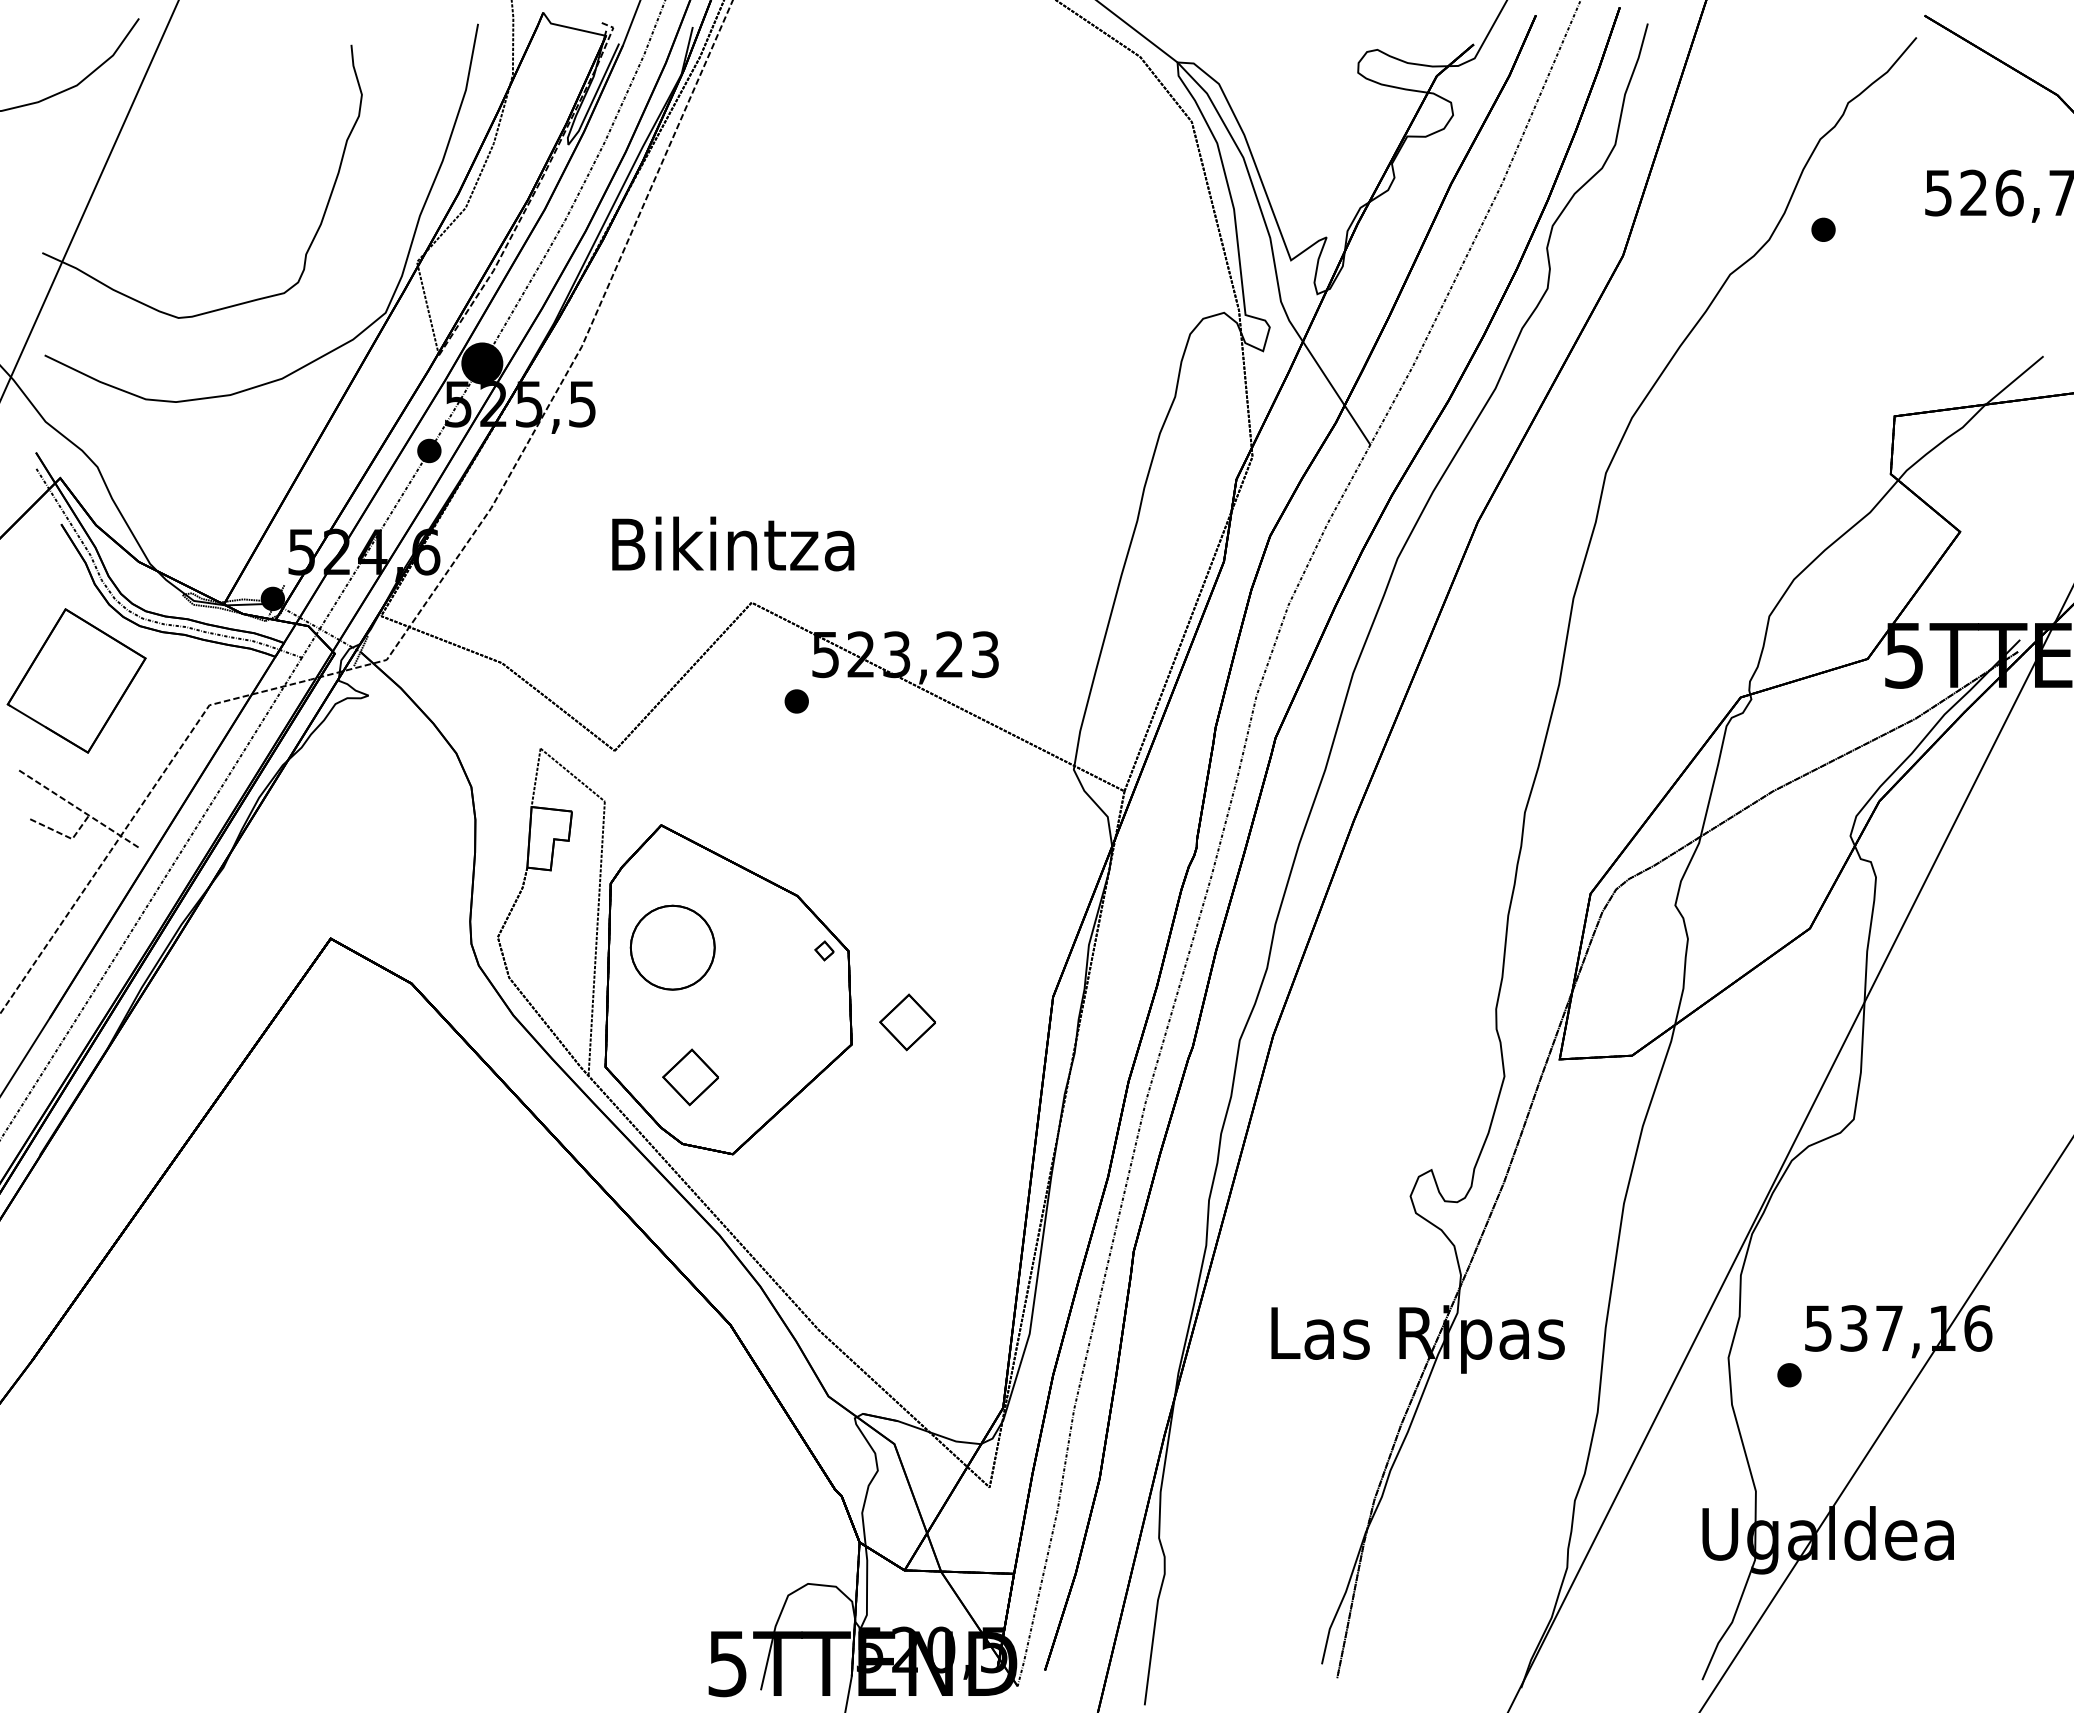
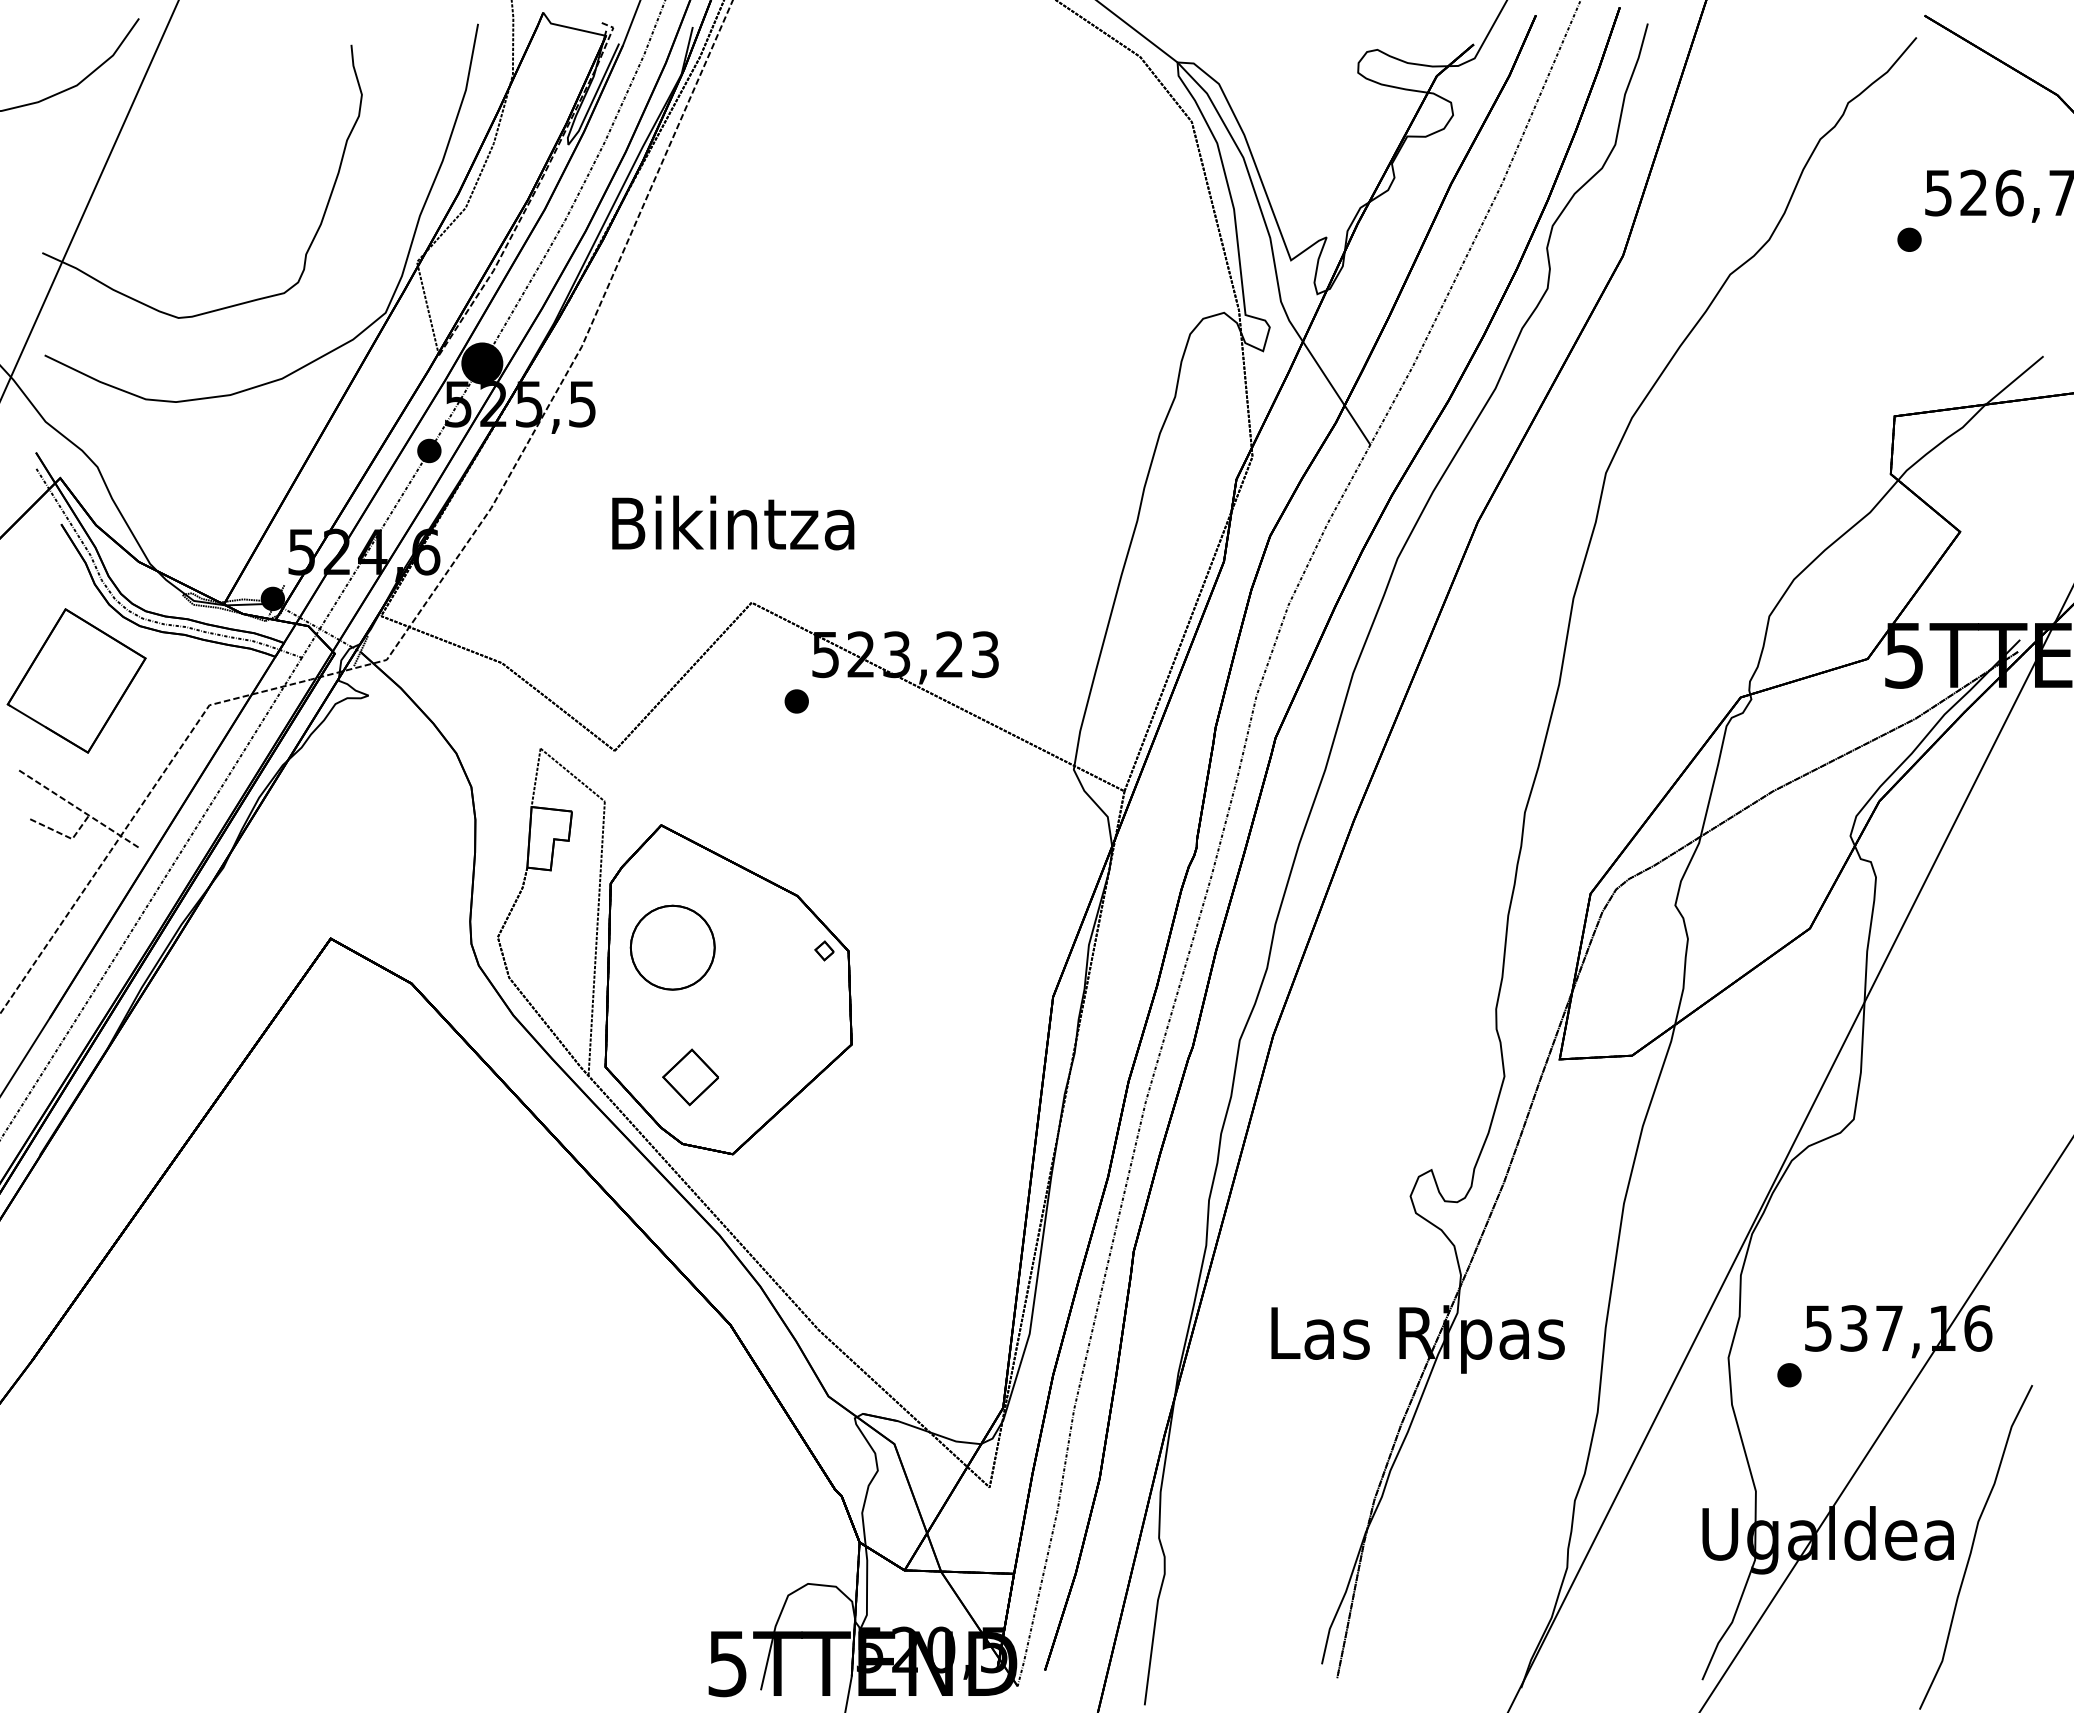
part at (1823, 229) position: (1823, 229) -> (1909, 239)
text at (733, 543) position: (733, 543) -> (733, 522)
part at (907, 1022): present -> none
curve at (1973, 1546): none -> present
